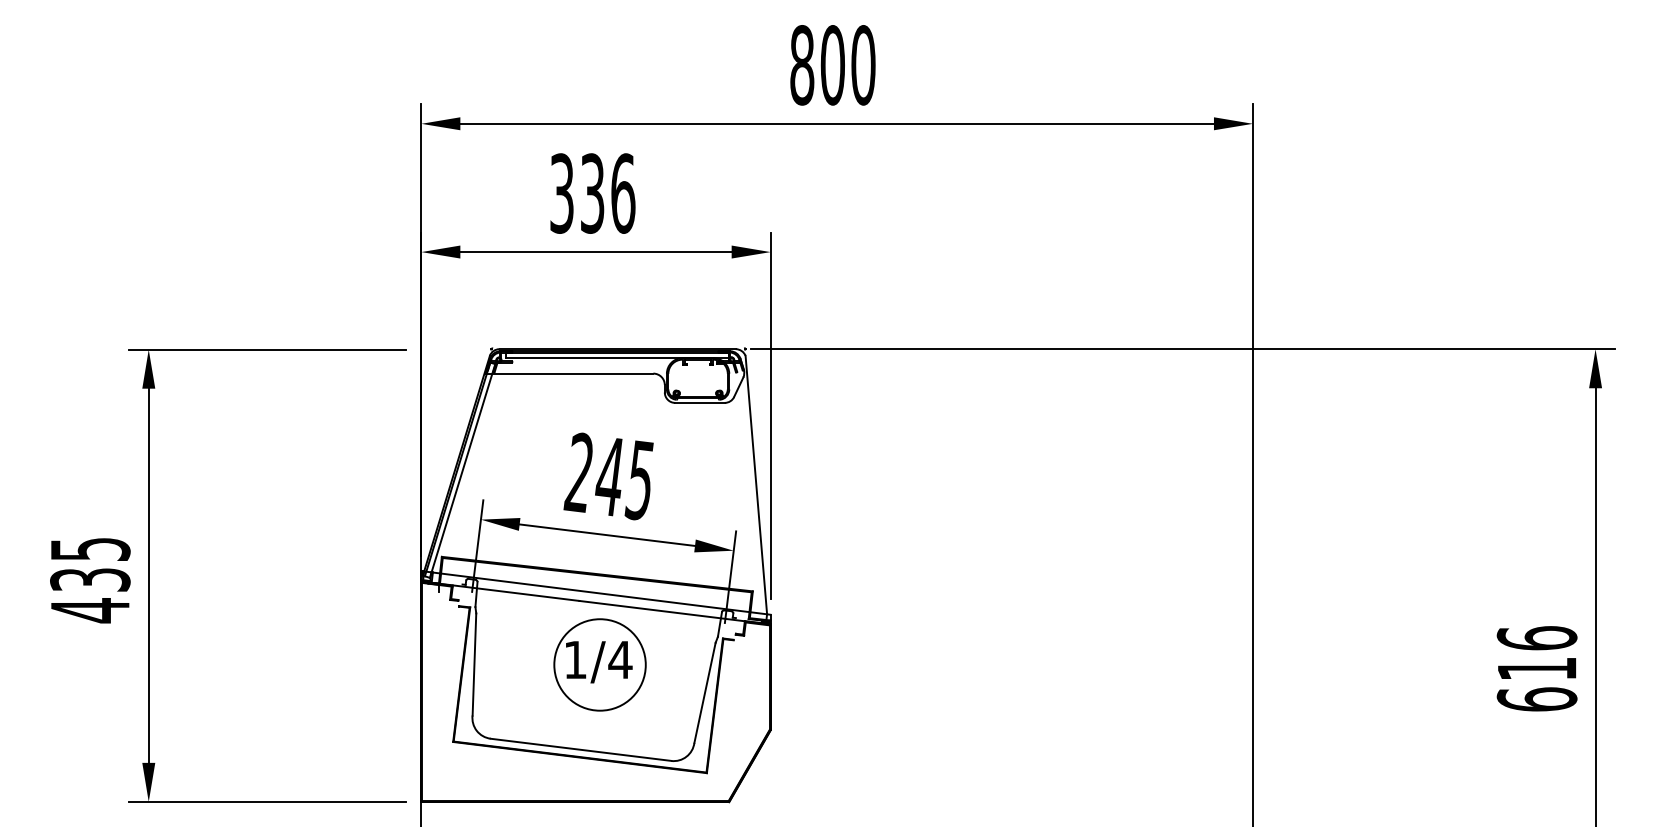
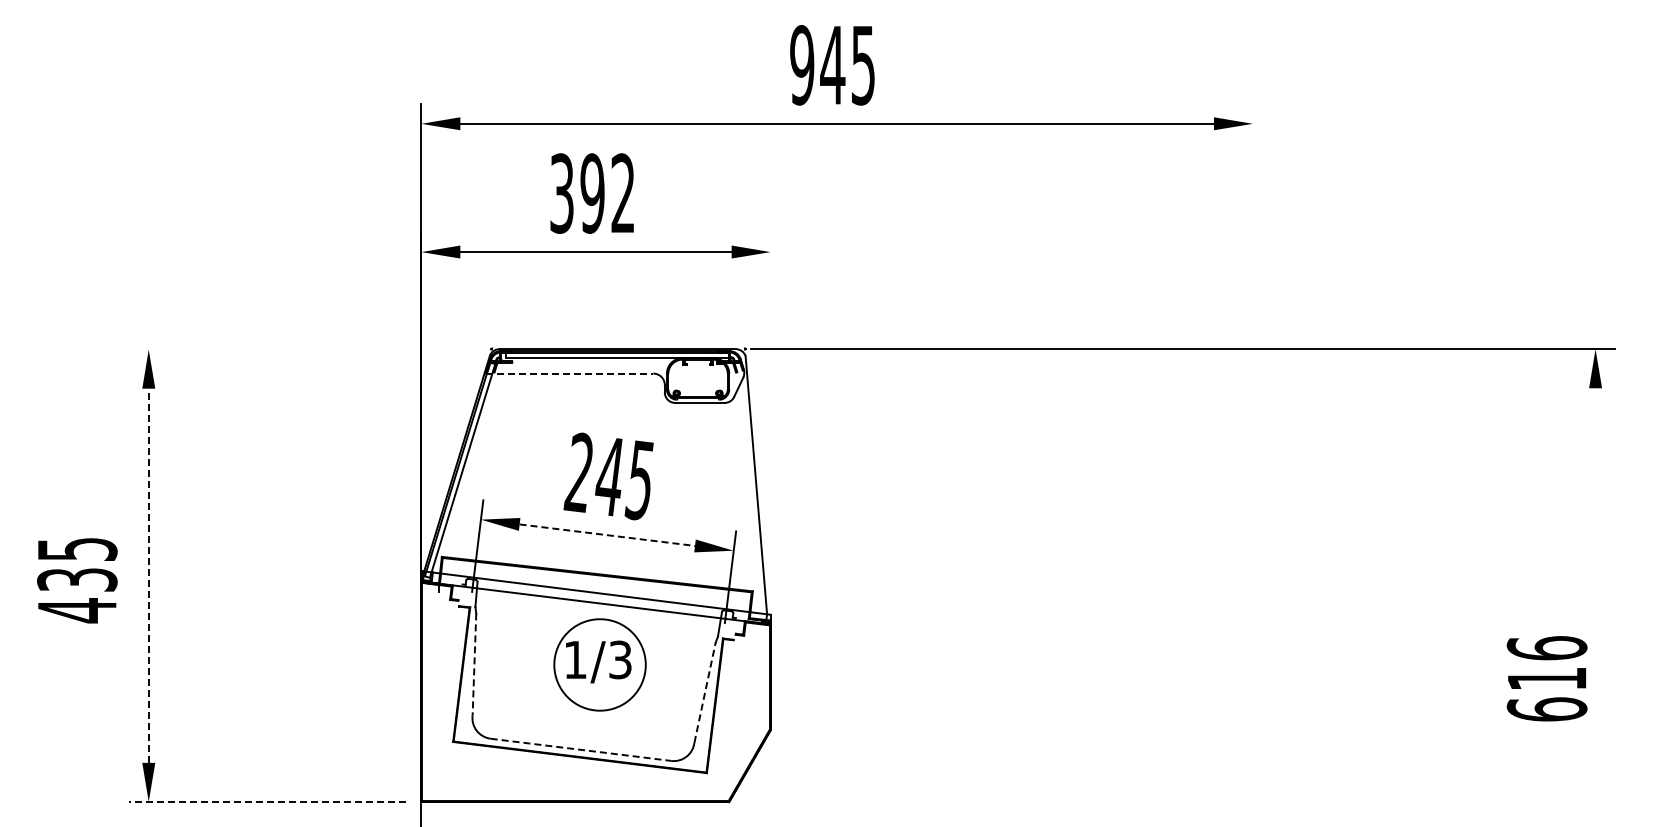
text at (832, 65): 800 -> 945
text at (607, 193): 336 -> 392
line at (267, 349): present -> none
line at (569, 373): solid -> dashed
line at (770, 415): present -> none
line at (1252, 463): present -> none
line at (607, 535): solid -> dashed
line at (148, 575): solid -> dashed
text at (90, 580) position: (90, 580) -> (77, 580)
line at (1595, 605): present -> none
text at (620, 659): 1/4 -> 1/3
line at (474, 664): solid -> dashed
text at (1536, 668) position: (1536, 668) -> (1546, 678)
line at (705, 692): solid -> dashed
line at (580, 749): solid -> dashed
line at (267, 801): solid -> dashed
